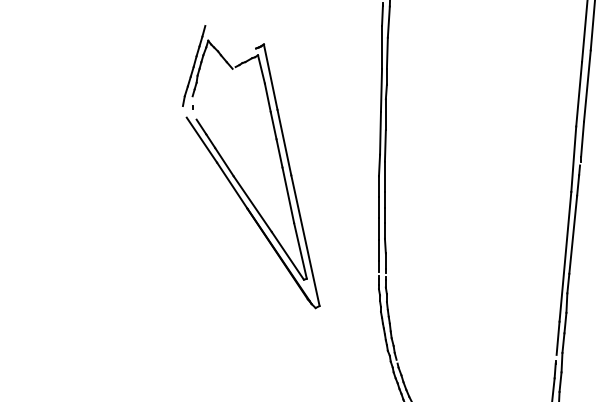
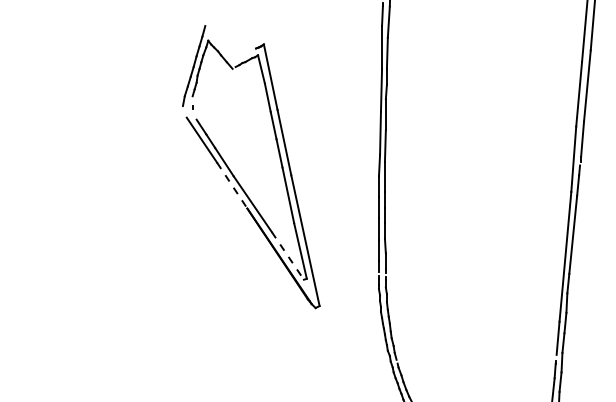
line at (232, 185): solid -> dashed
line at (287, 255): solid -> dashed
